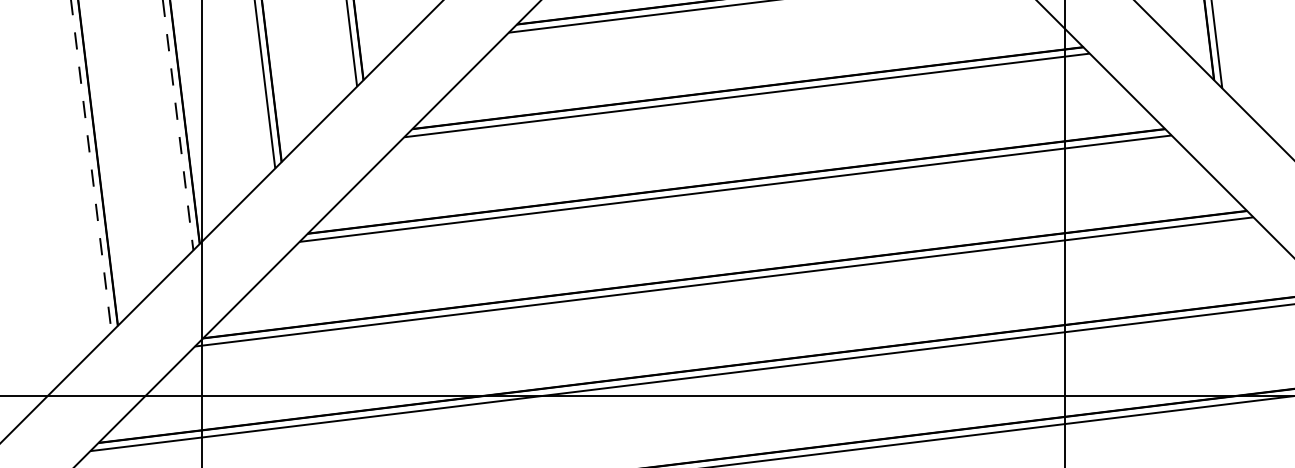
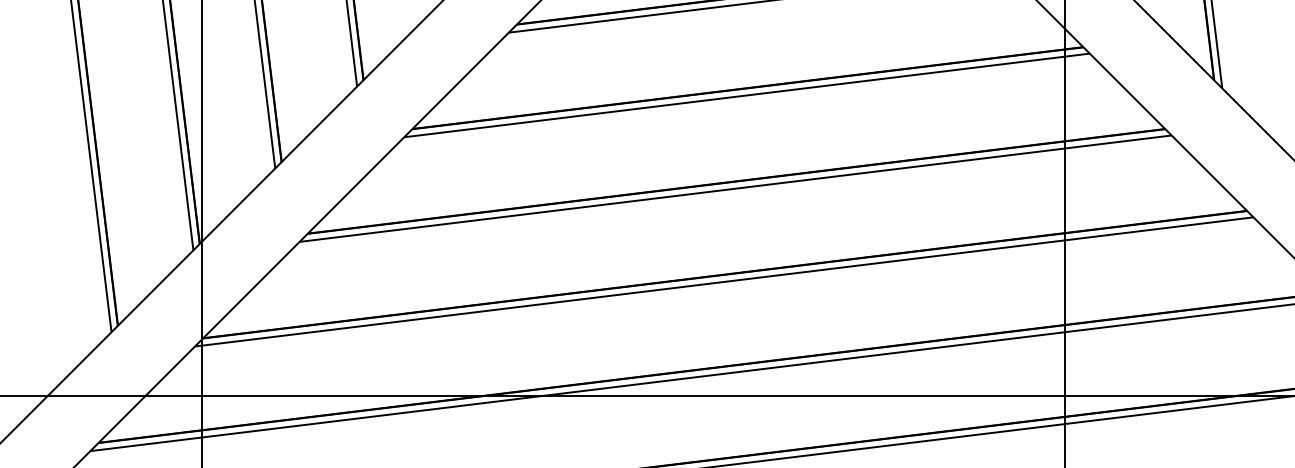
line at (178, 125): dashed -> solid
line at (91, 166): dashed -> solid
